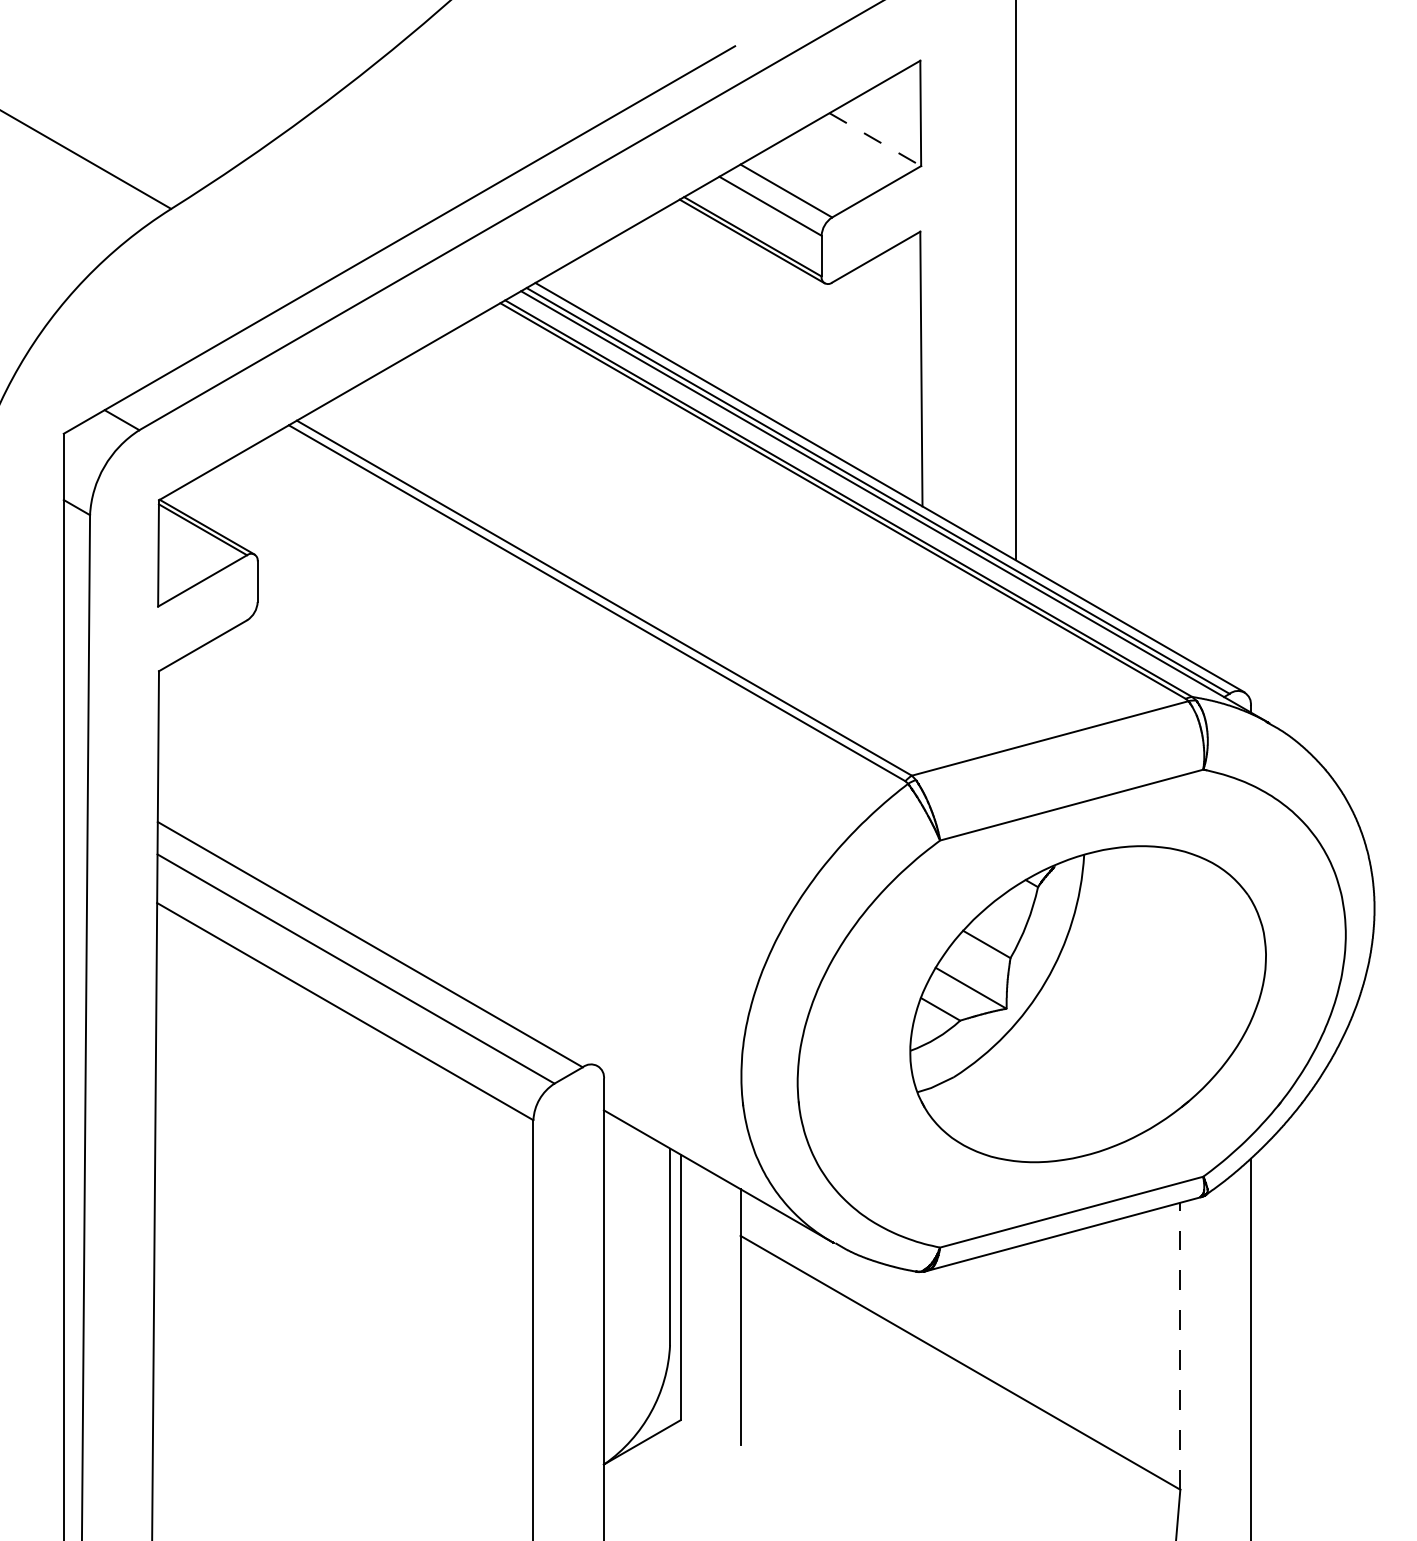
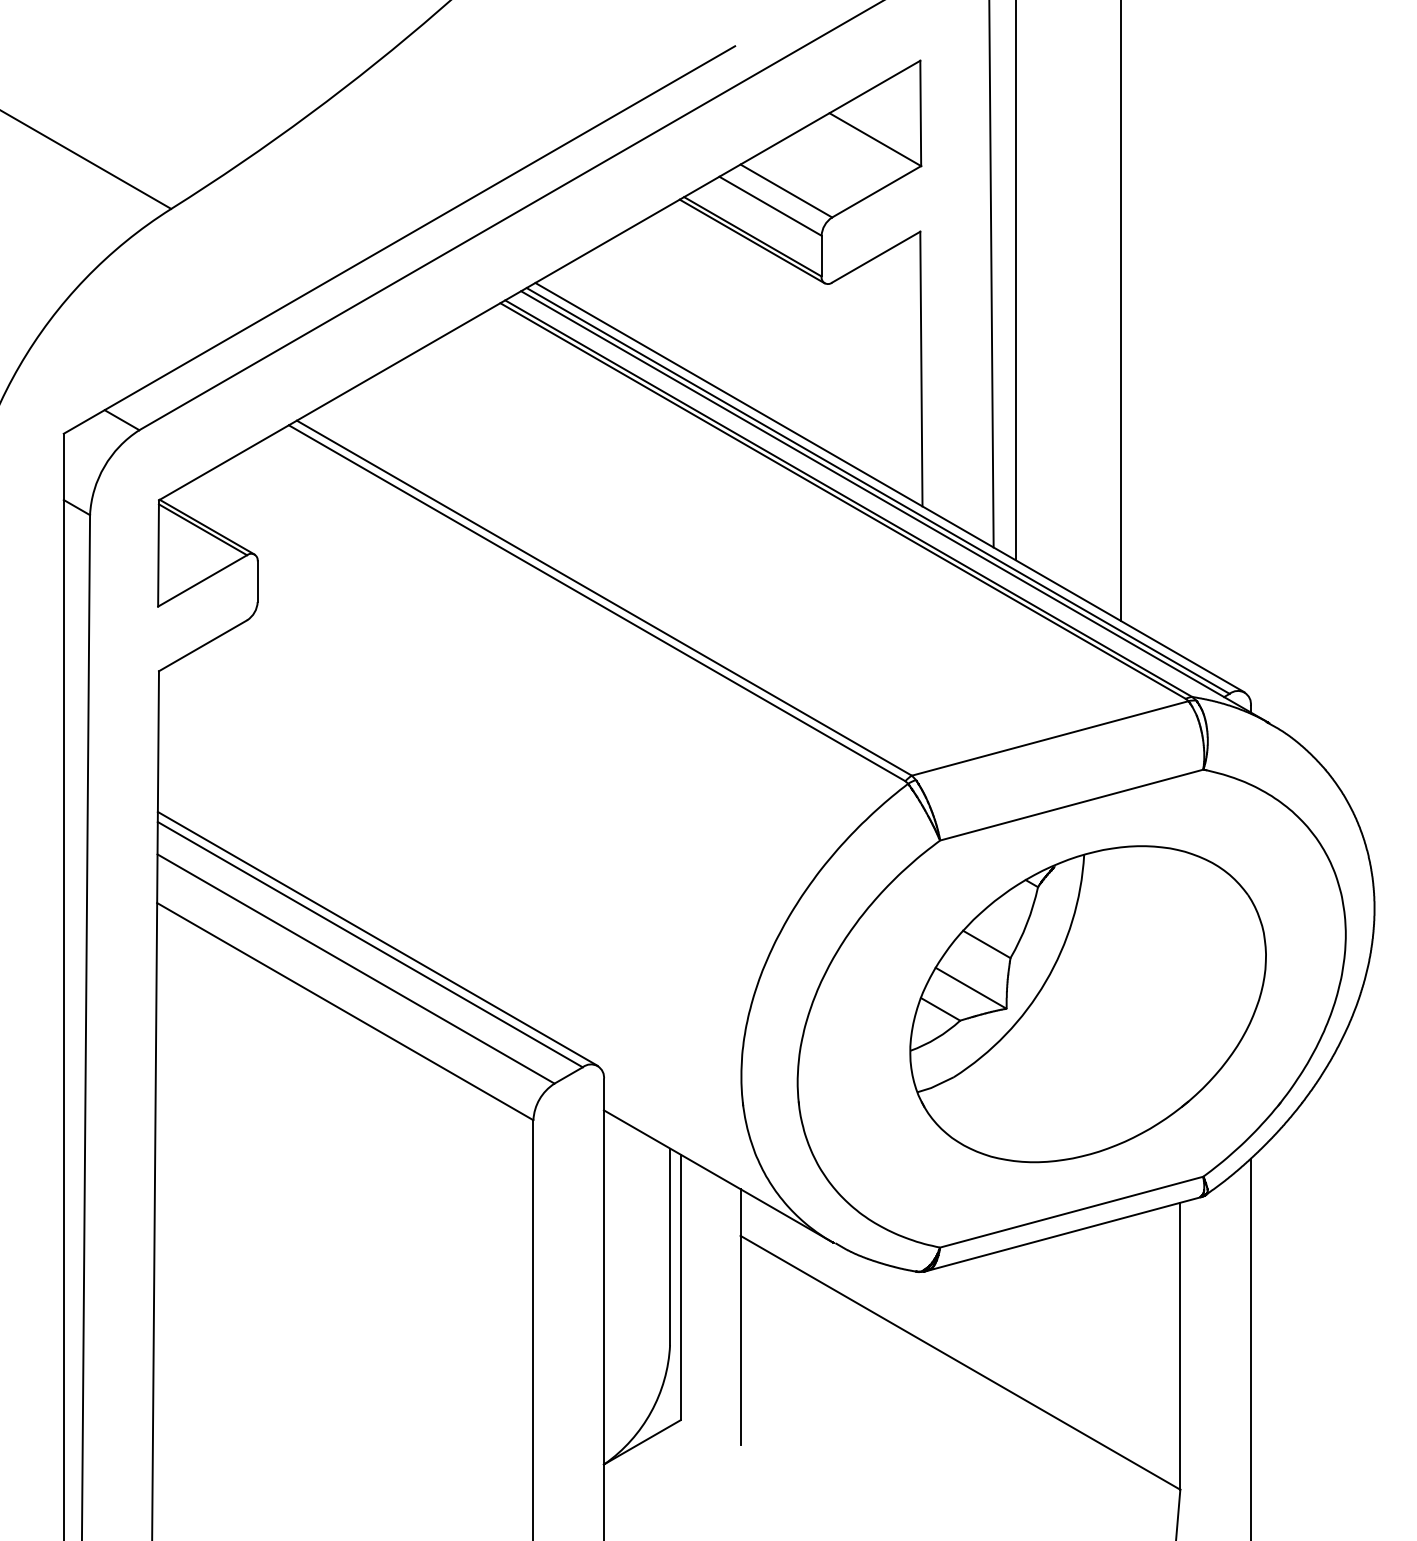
line at (875, 139): dashed -> solid
line at (991, 274): none -> present
line at (1121, 311): none -> present
line at (377, 938): none -> present
line at (1180, 1345): dashed -> solid
